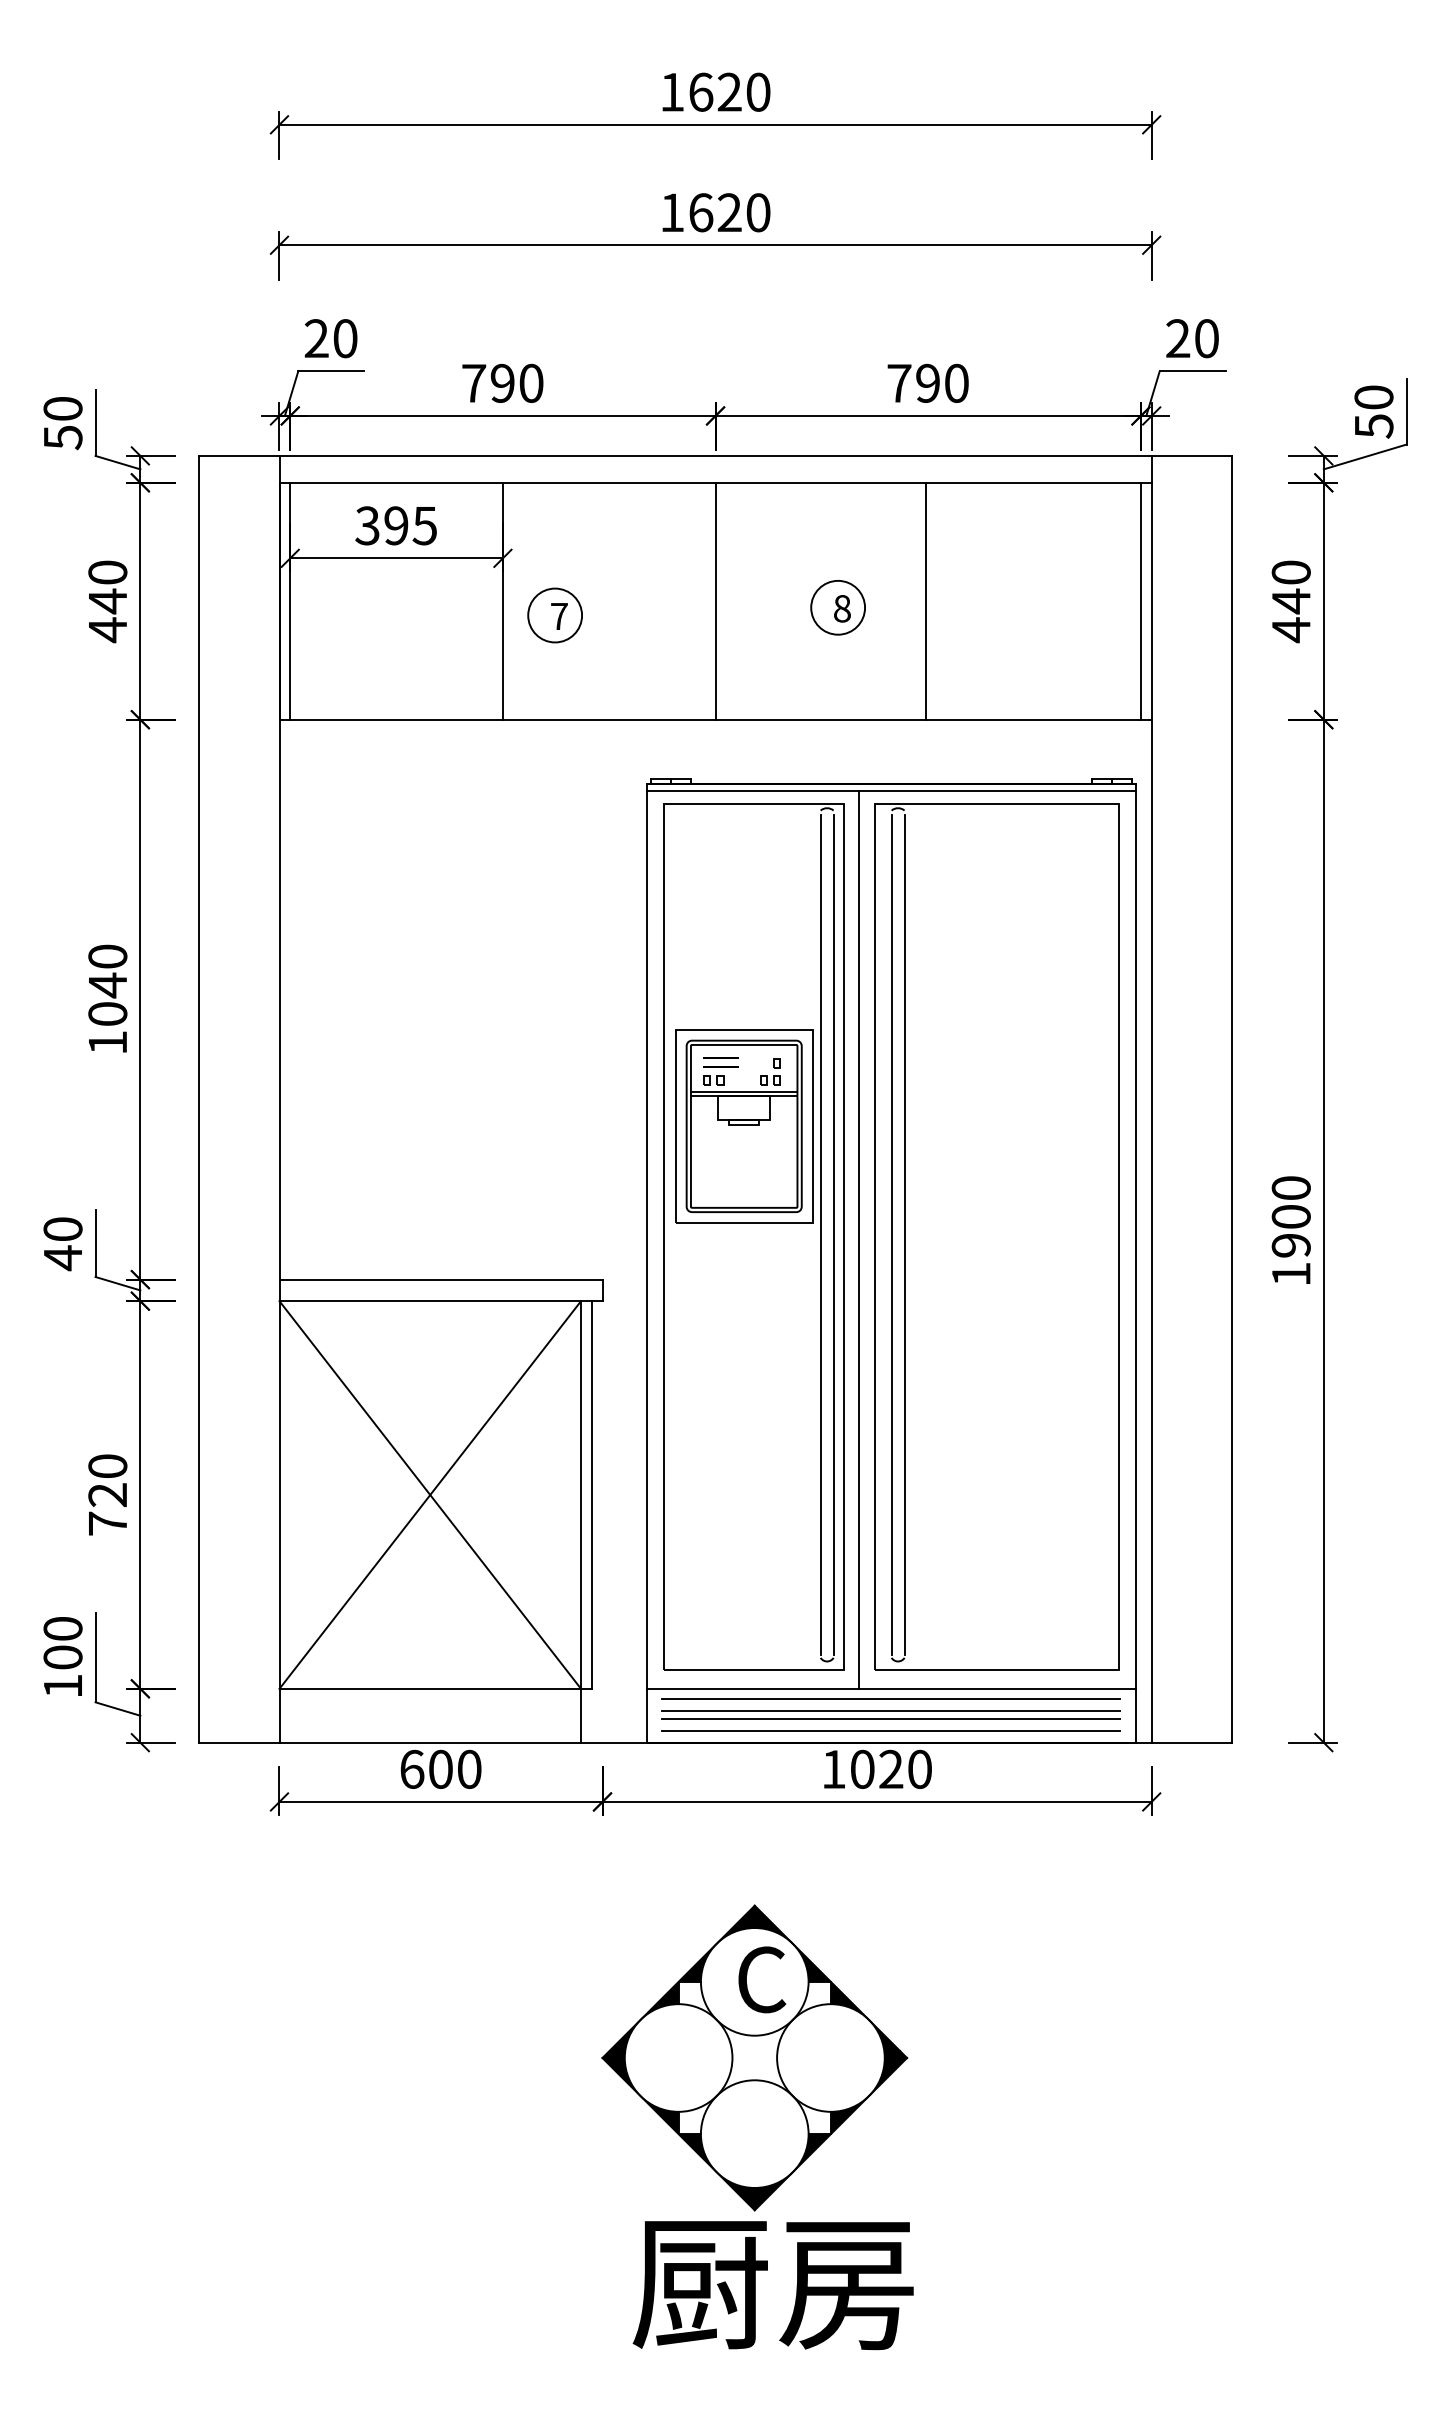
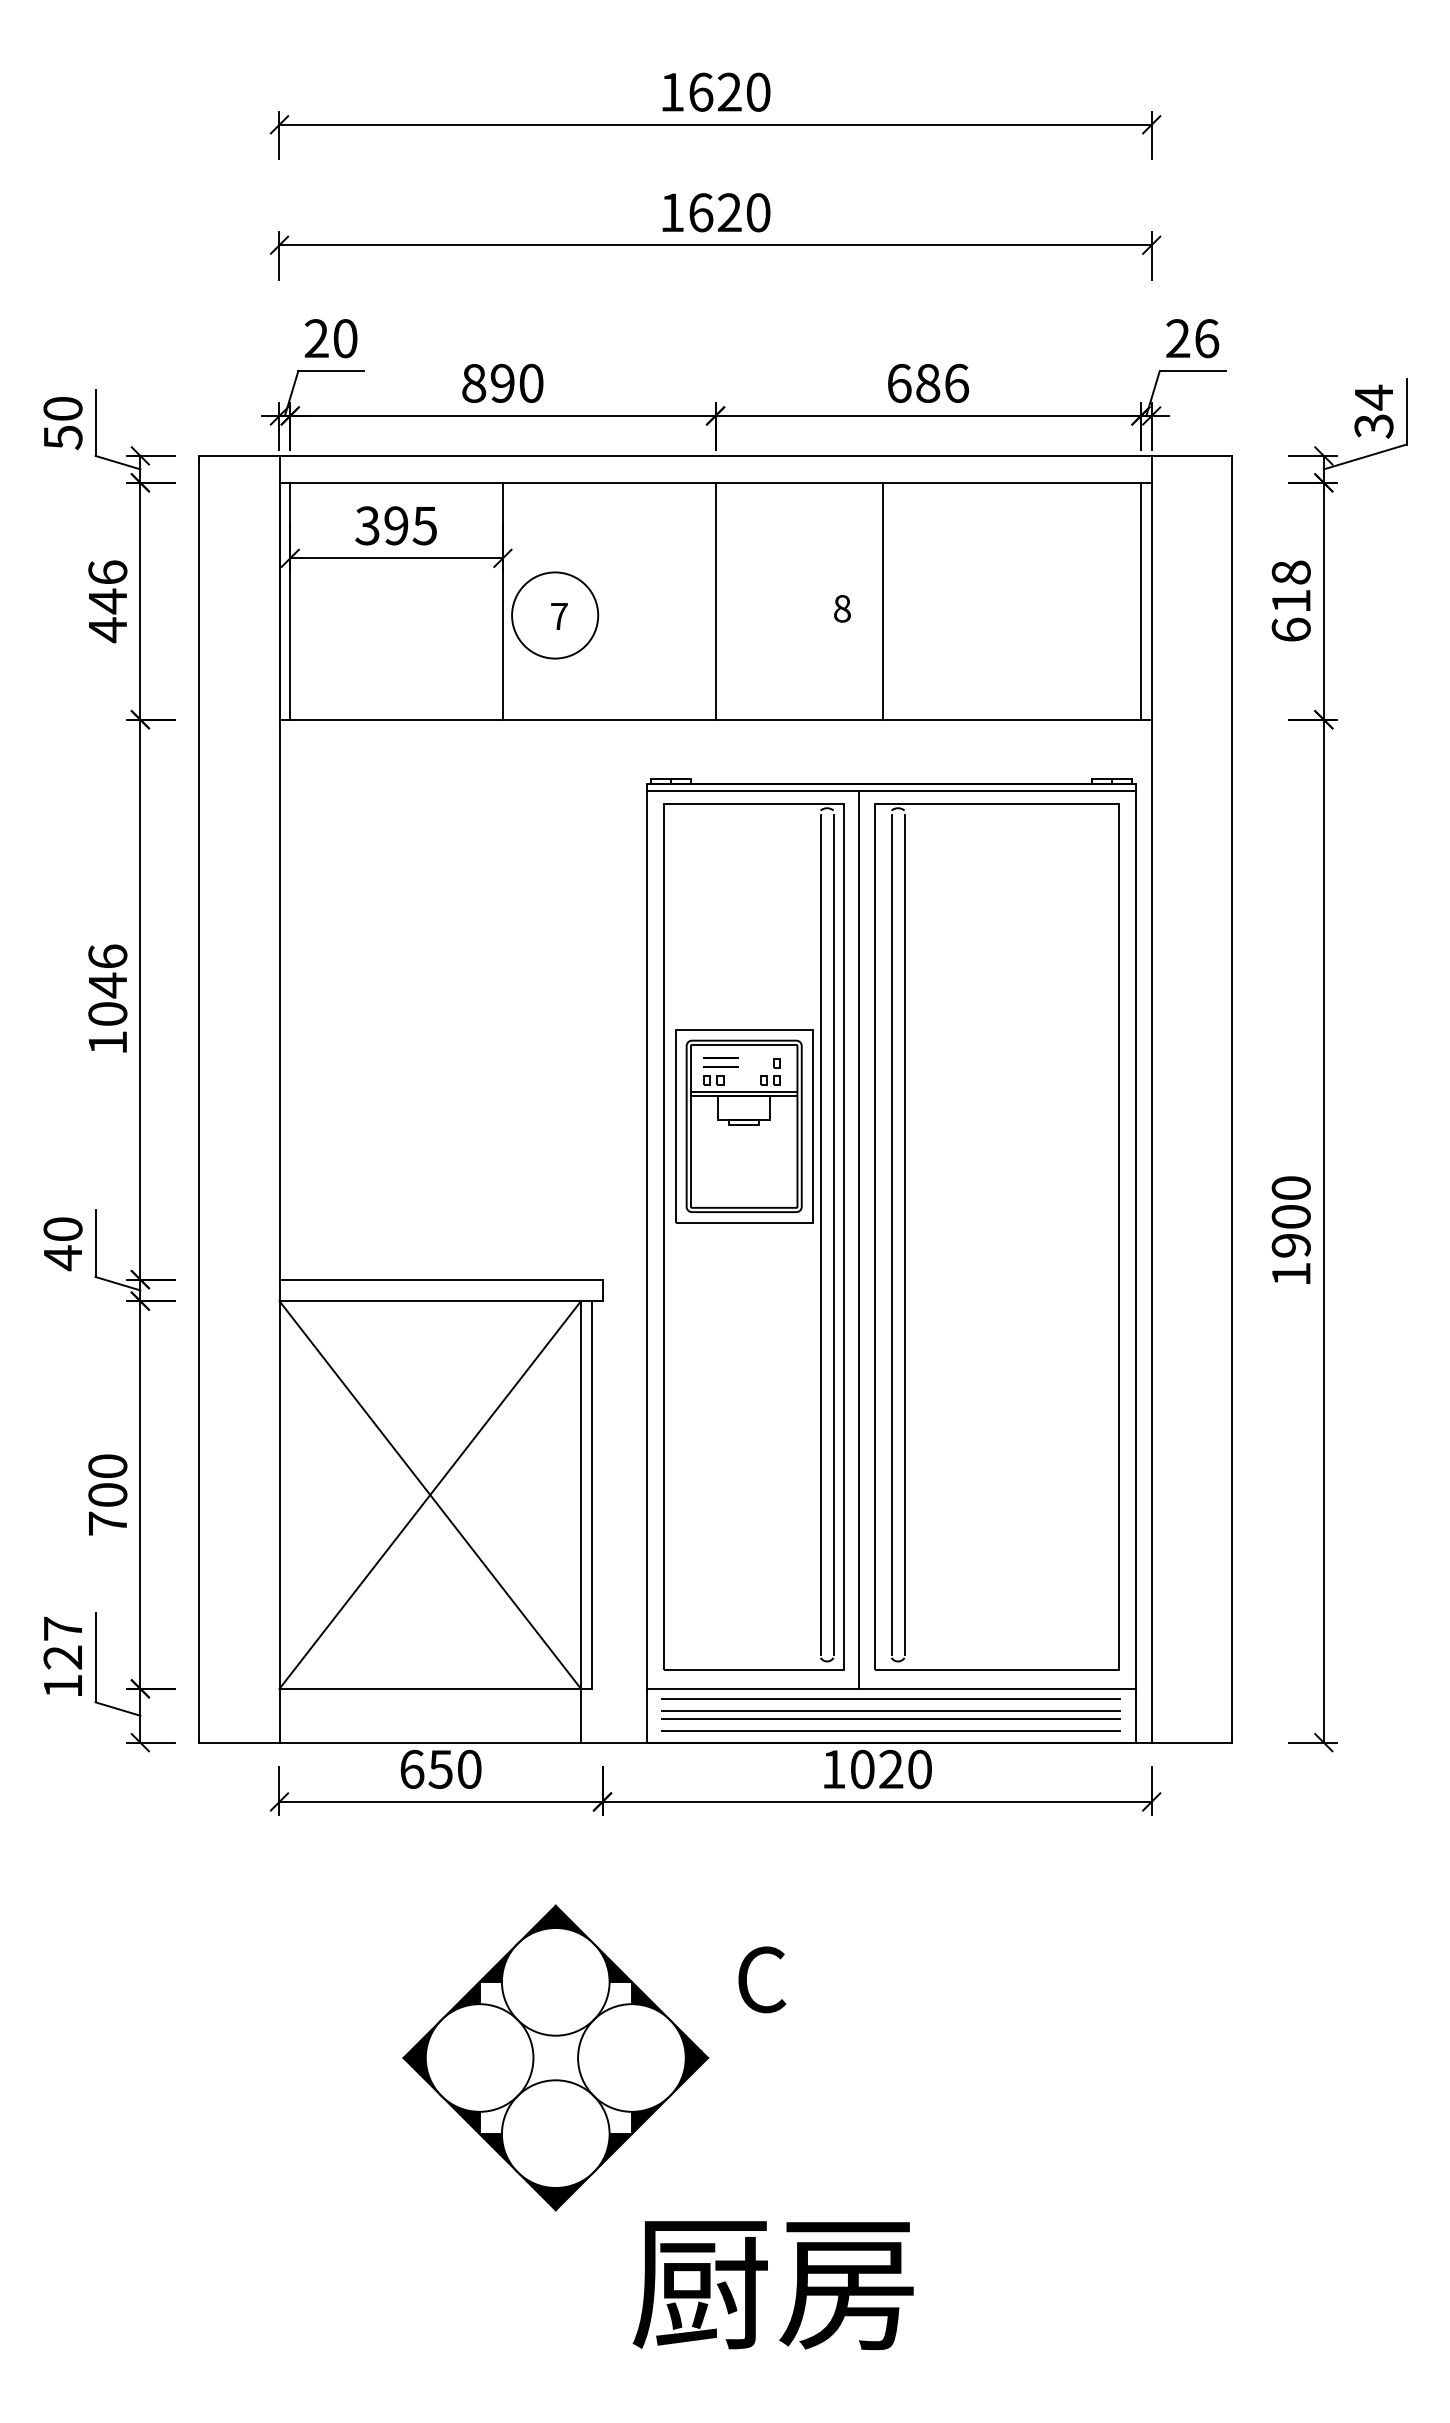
text at (1207, 338): 20 -> 26
text at (927, 382): 790 -> 686
text at (474, 383): 790 -> 890
text at (1373, 411): 50 -> 34
text at (107, 572): 440 -> 446
line at (925, 600) position: (925, 600) -> (882, 600)
text at (1290, 601): 440 -> 618
circle at (837, 607): present -> none
circle at (555, 615) diameter: 54 px -> 86 px
text at (107, 956): 1040 -> 1046
text at (107, 1494): 720 -> 700
text at (62, 1642): 100 -> 127
text at (440, 1768): 600 -> 650
part at (754, 2057) position: (754, 2057) -> (555, 2057)
